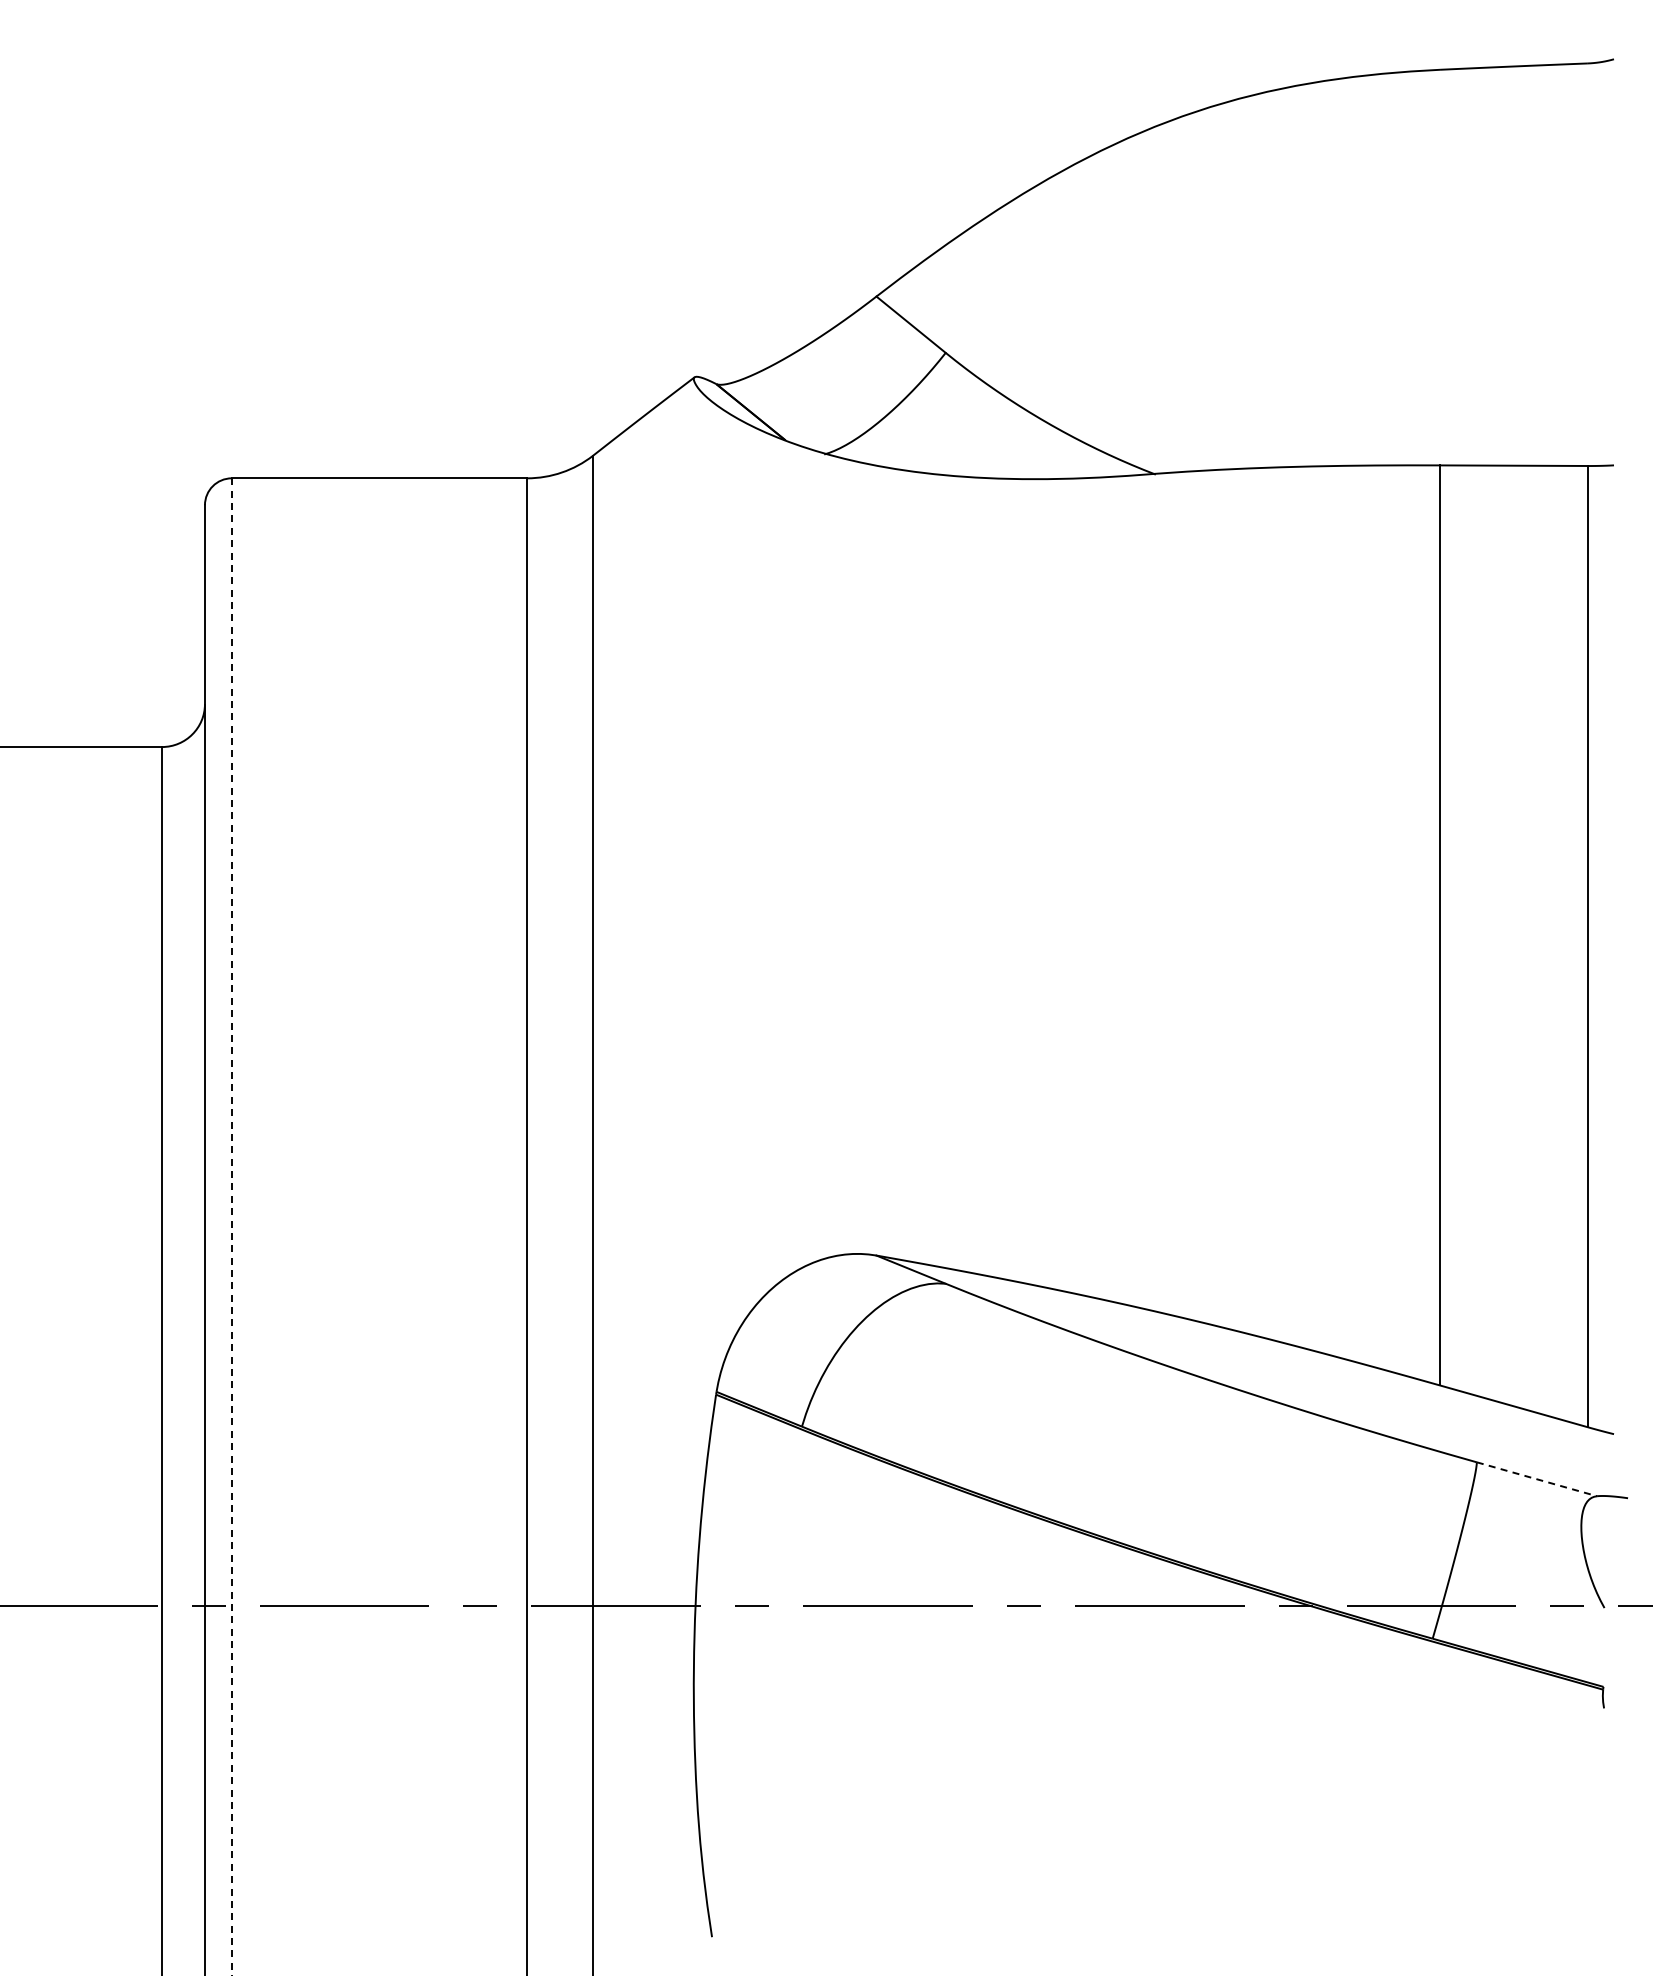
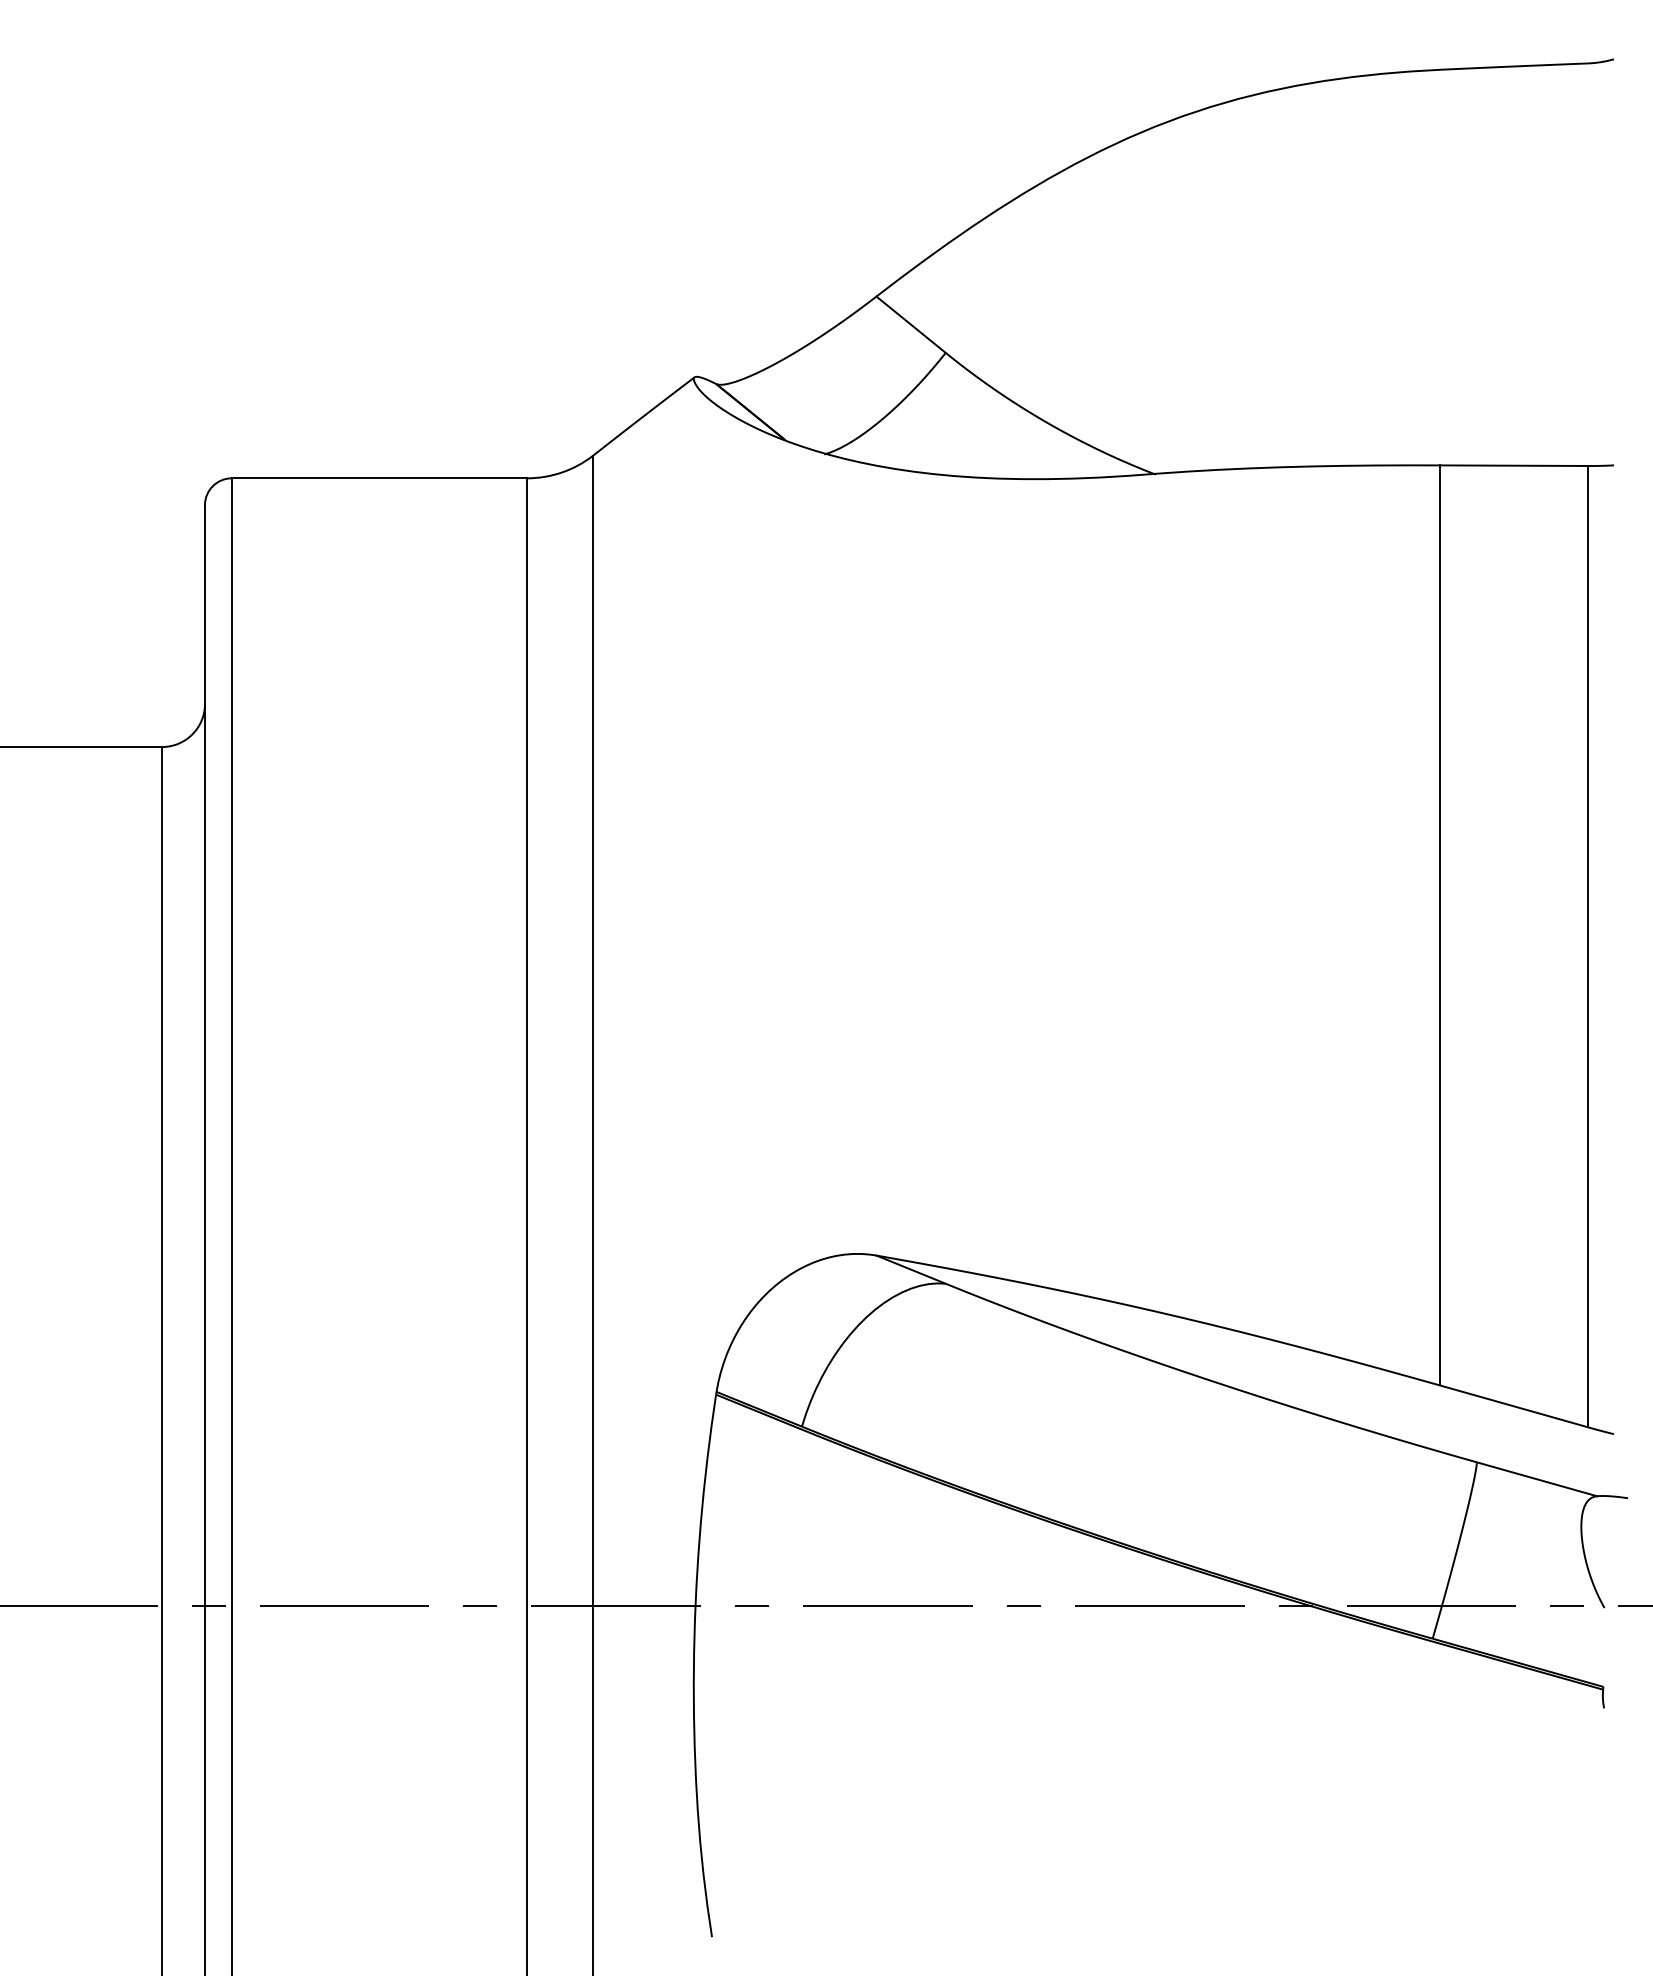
line at (231, 1227): dashed -> solid
line at (1537, 1479): dashed -> solid
